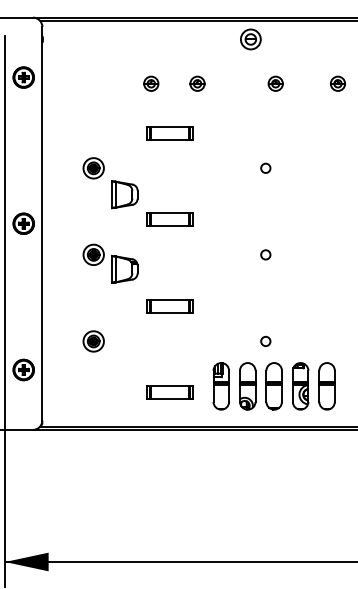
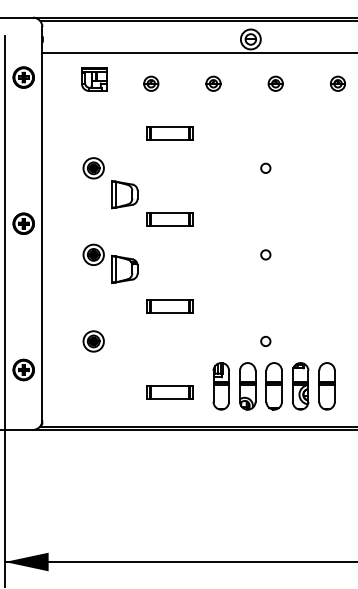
line at (198, 53): none -> present
part at (94, 79): none -> present
part at (197, 83) position: (197, 83) -> (213, 83)
